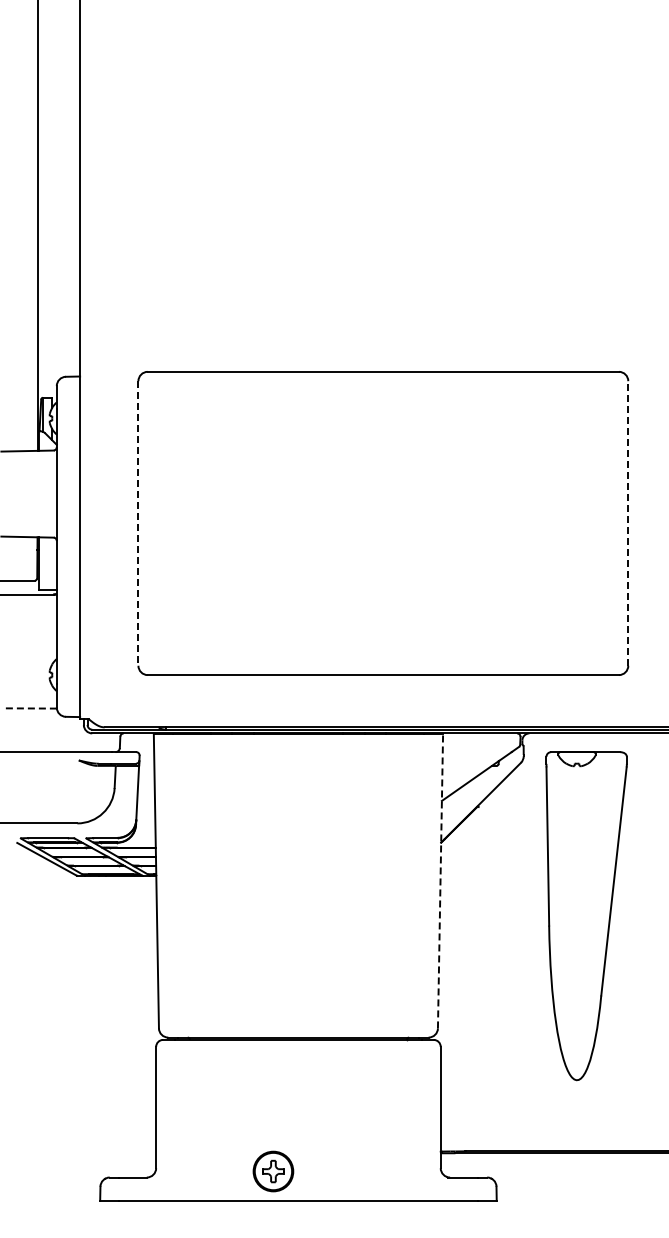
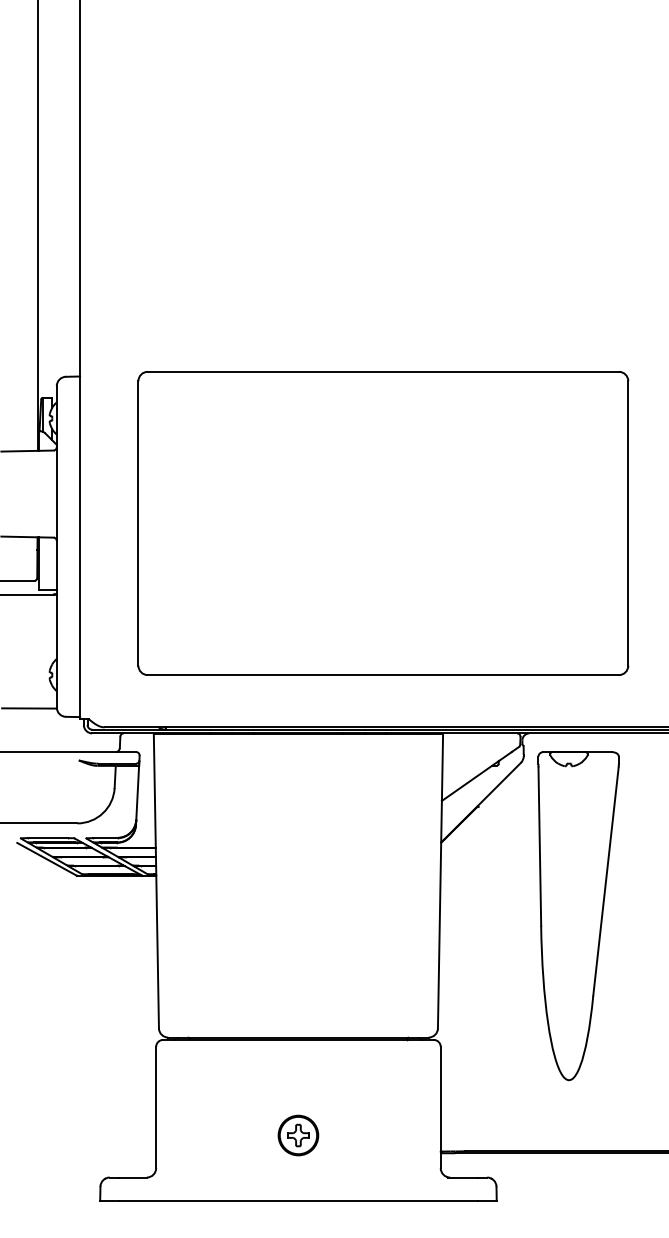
line at (628, 522): dashed -> solid
line at (138, 523): dashed -> solid
line at (29, 708): dashed -> solid
line at (440, 880): dashed -> solid
part at (586, 916) position: (586, 916) -> (578, 916)
part at (273, 1171) position: (273, 1171) -> (298, 1135)
